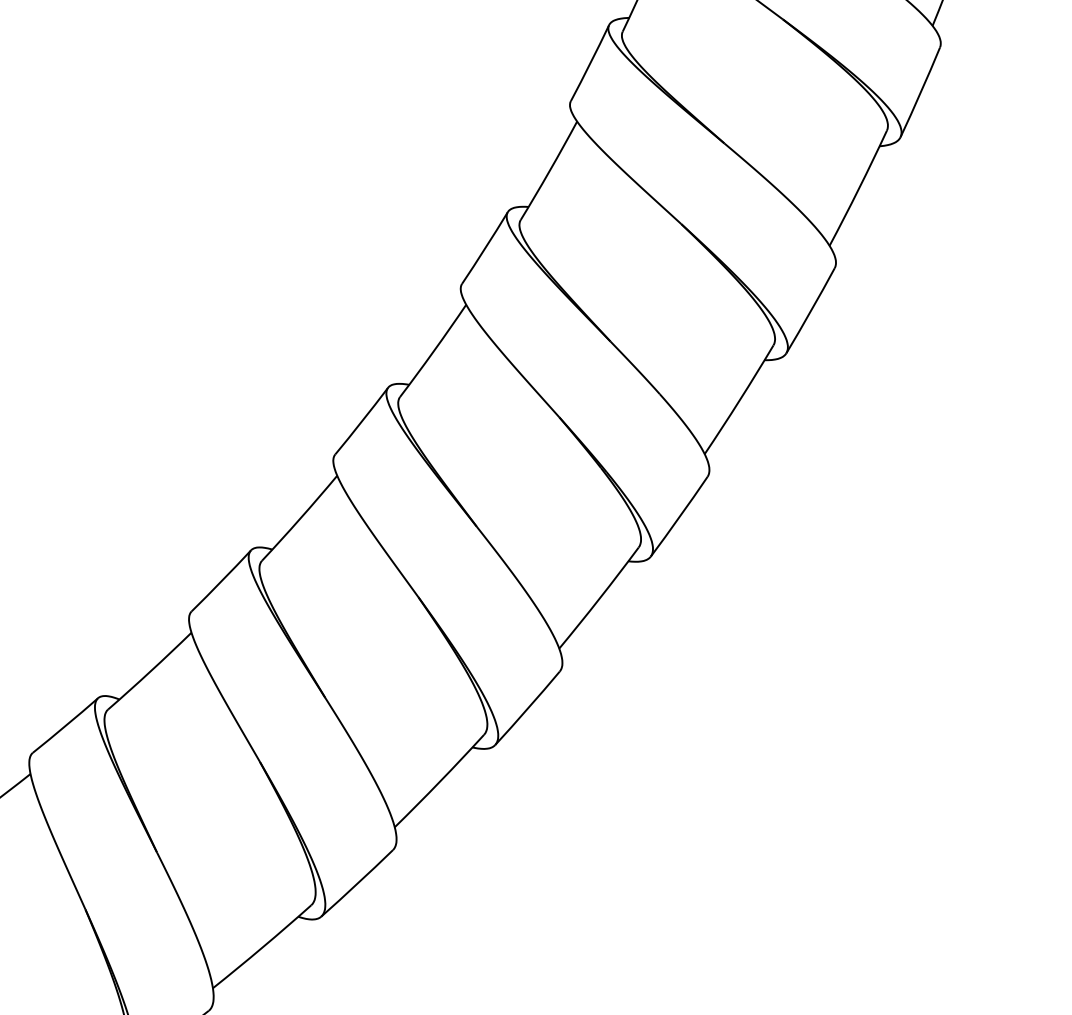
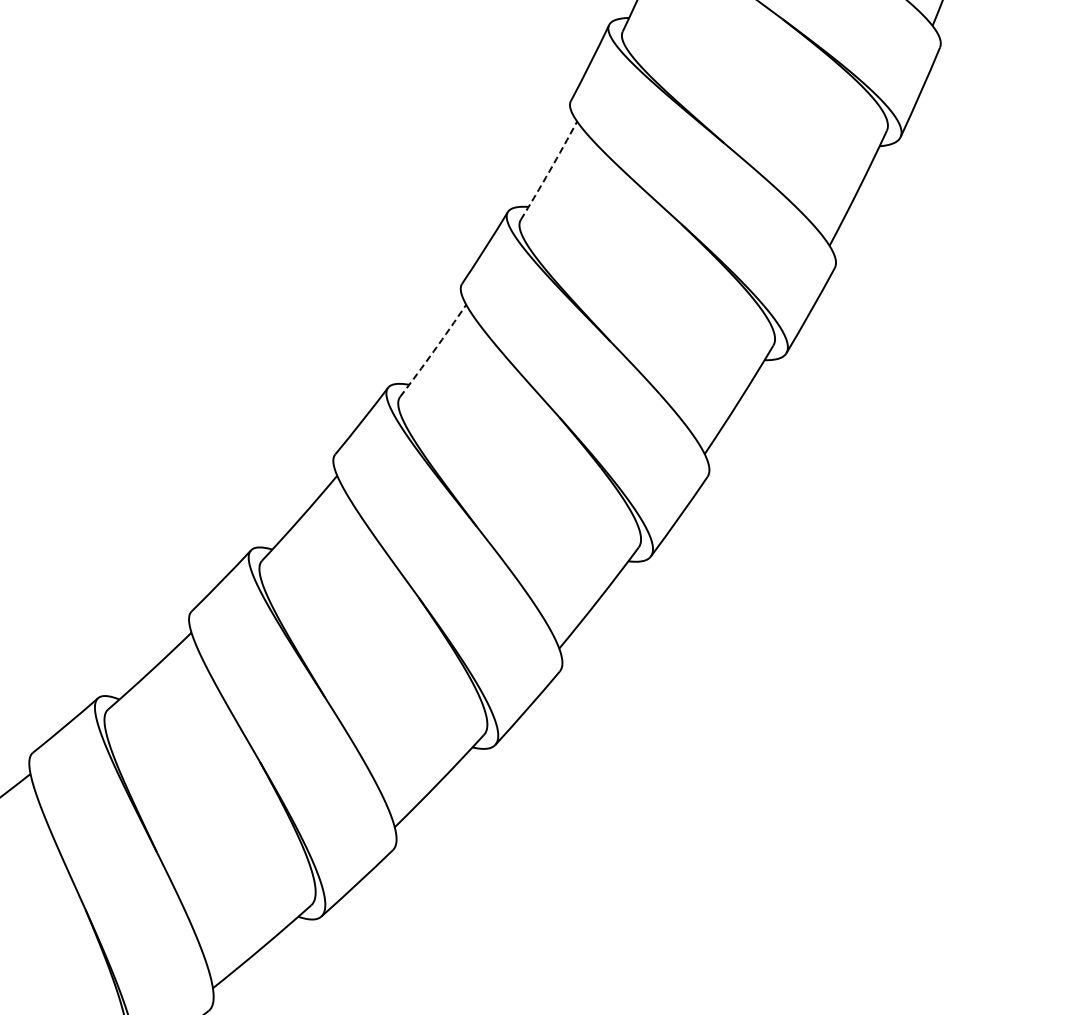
arc at (549, 171): solid -> dashed
arc at (433, 351): solid -> dashed
